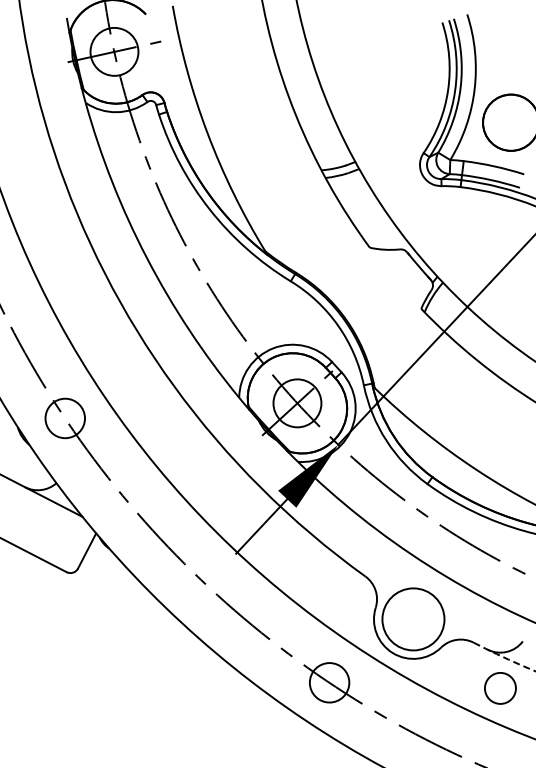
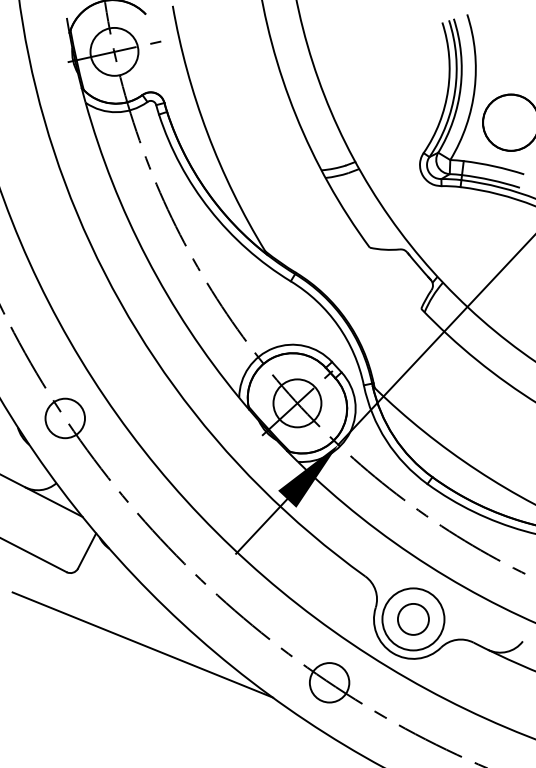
line at (142, 644): none -> present
arc at (504, 657): dashed -> solid
circle at (500, 688) position: (500, 688) -> (413, 619)
